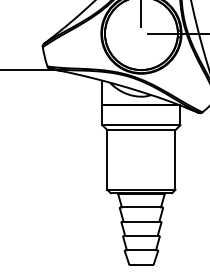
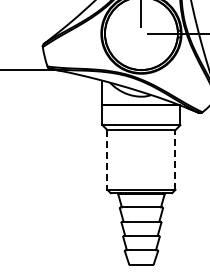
line at (107, 160): solid -> dashed
line at (175, 160): solid -> dashed
